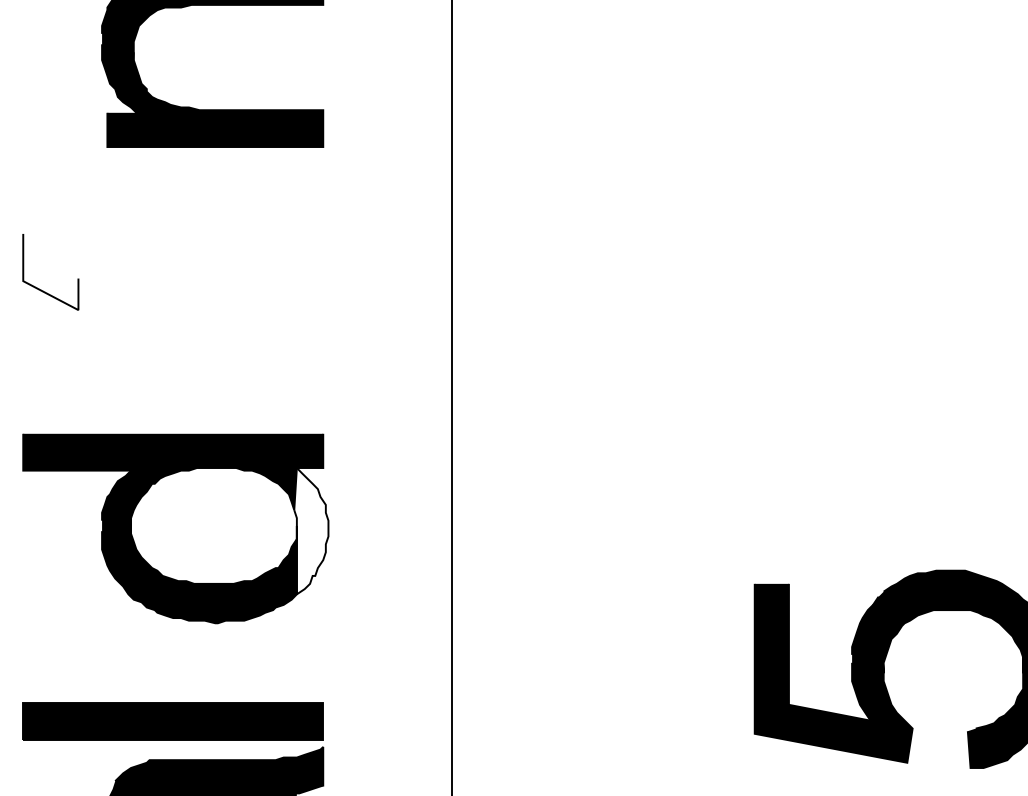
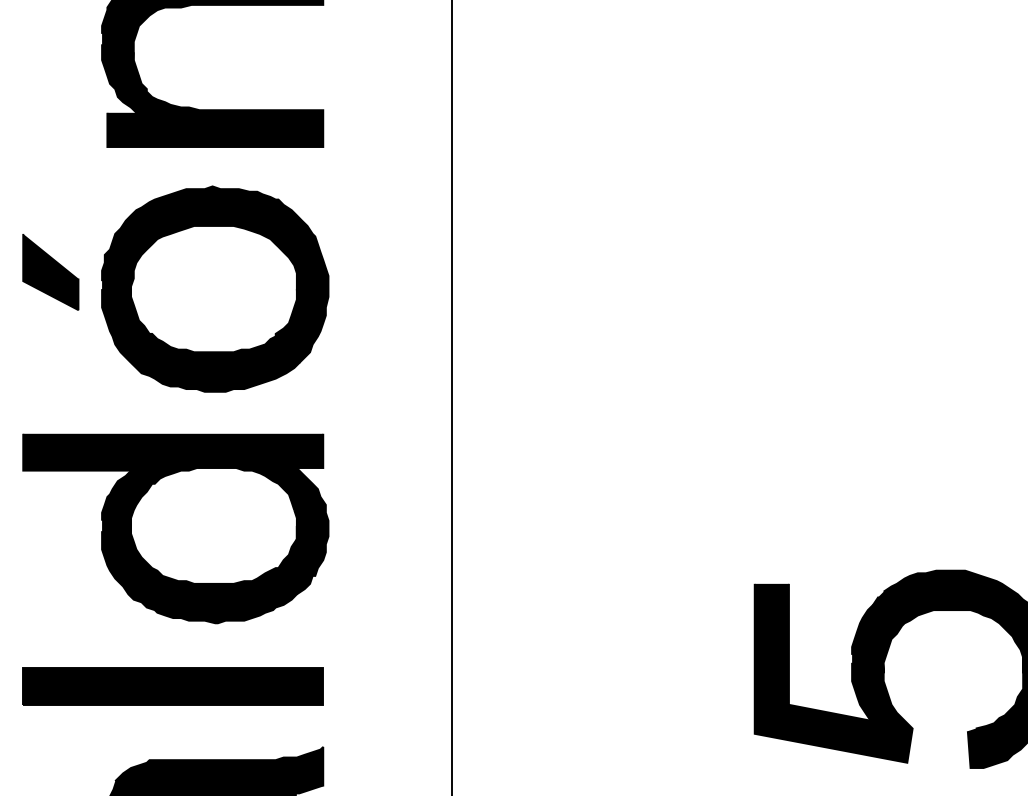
fill at (50, 271): none -> present
part at (215, 288): none -> present
fill at (311, 531): none -> present
part at (172, 721) position: (172, 721) -> (172, 686)
